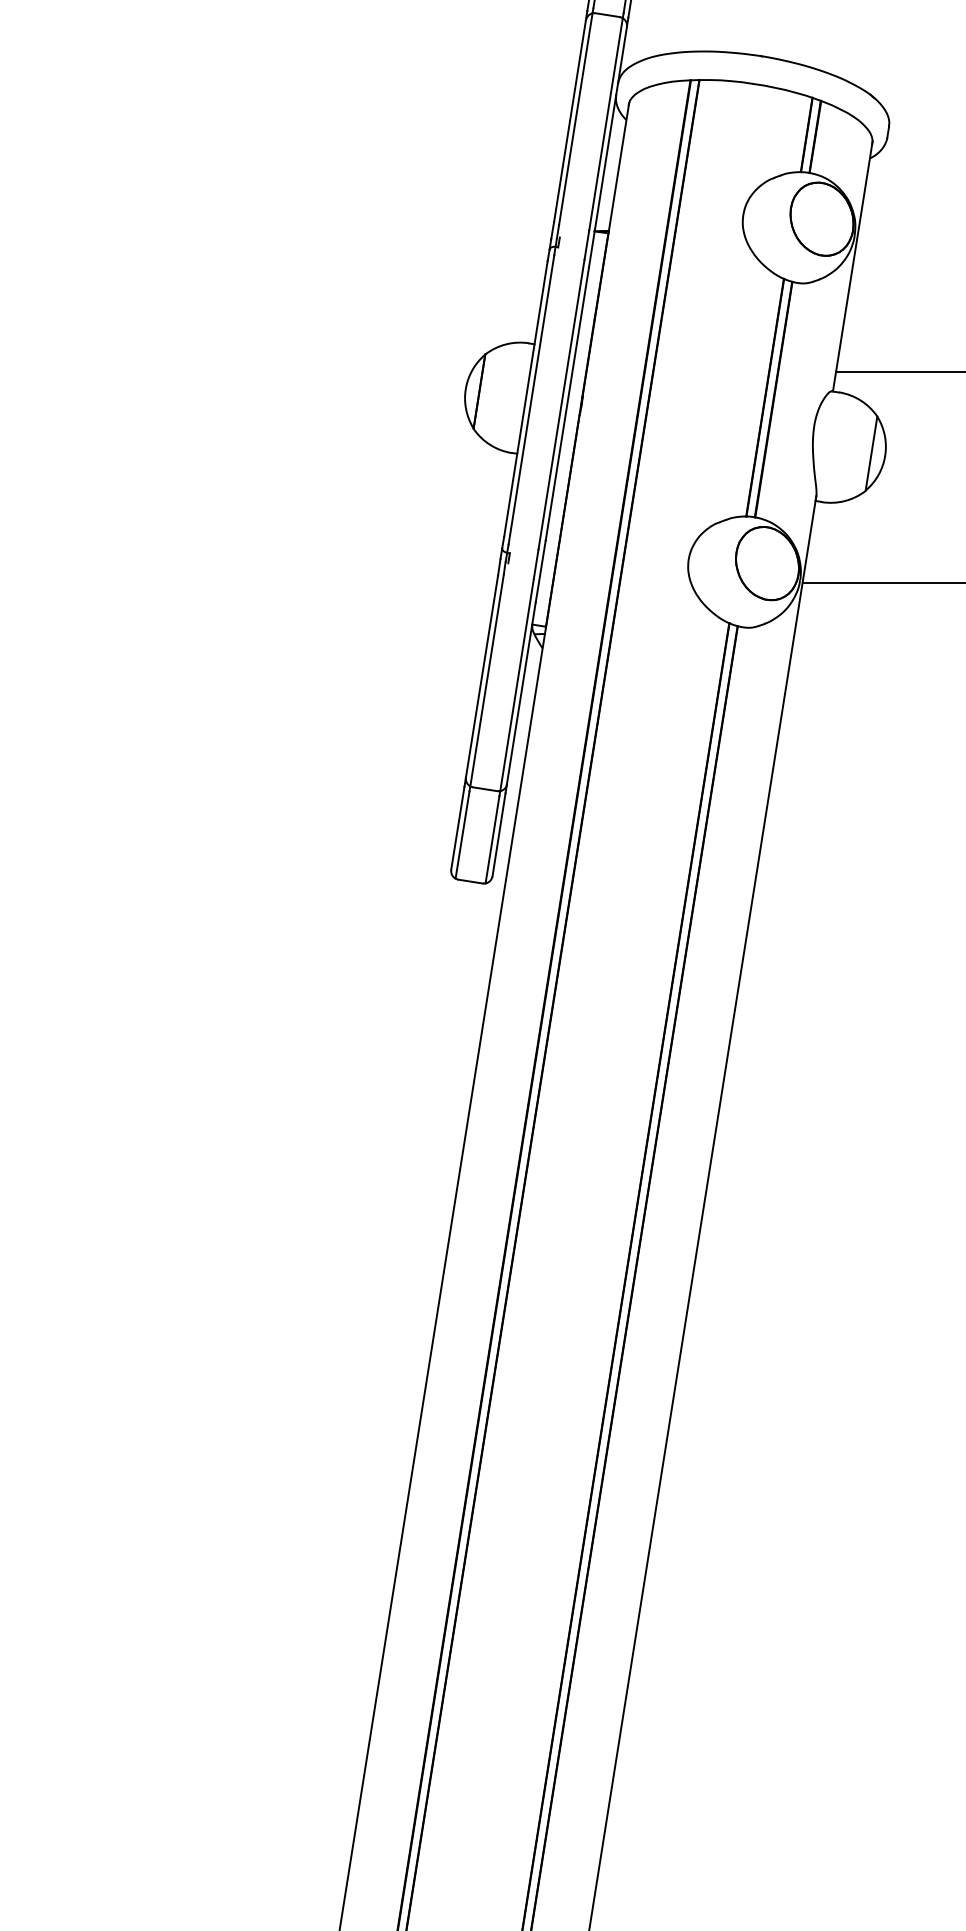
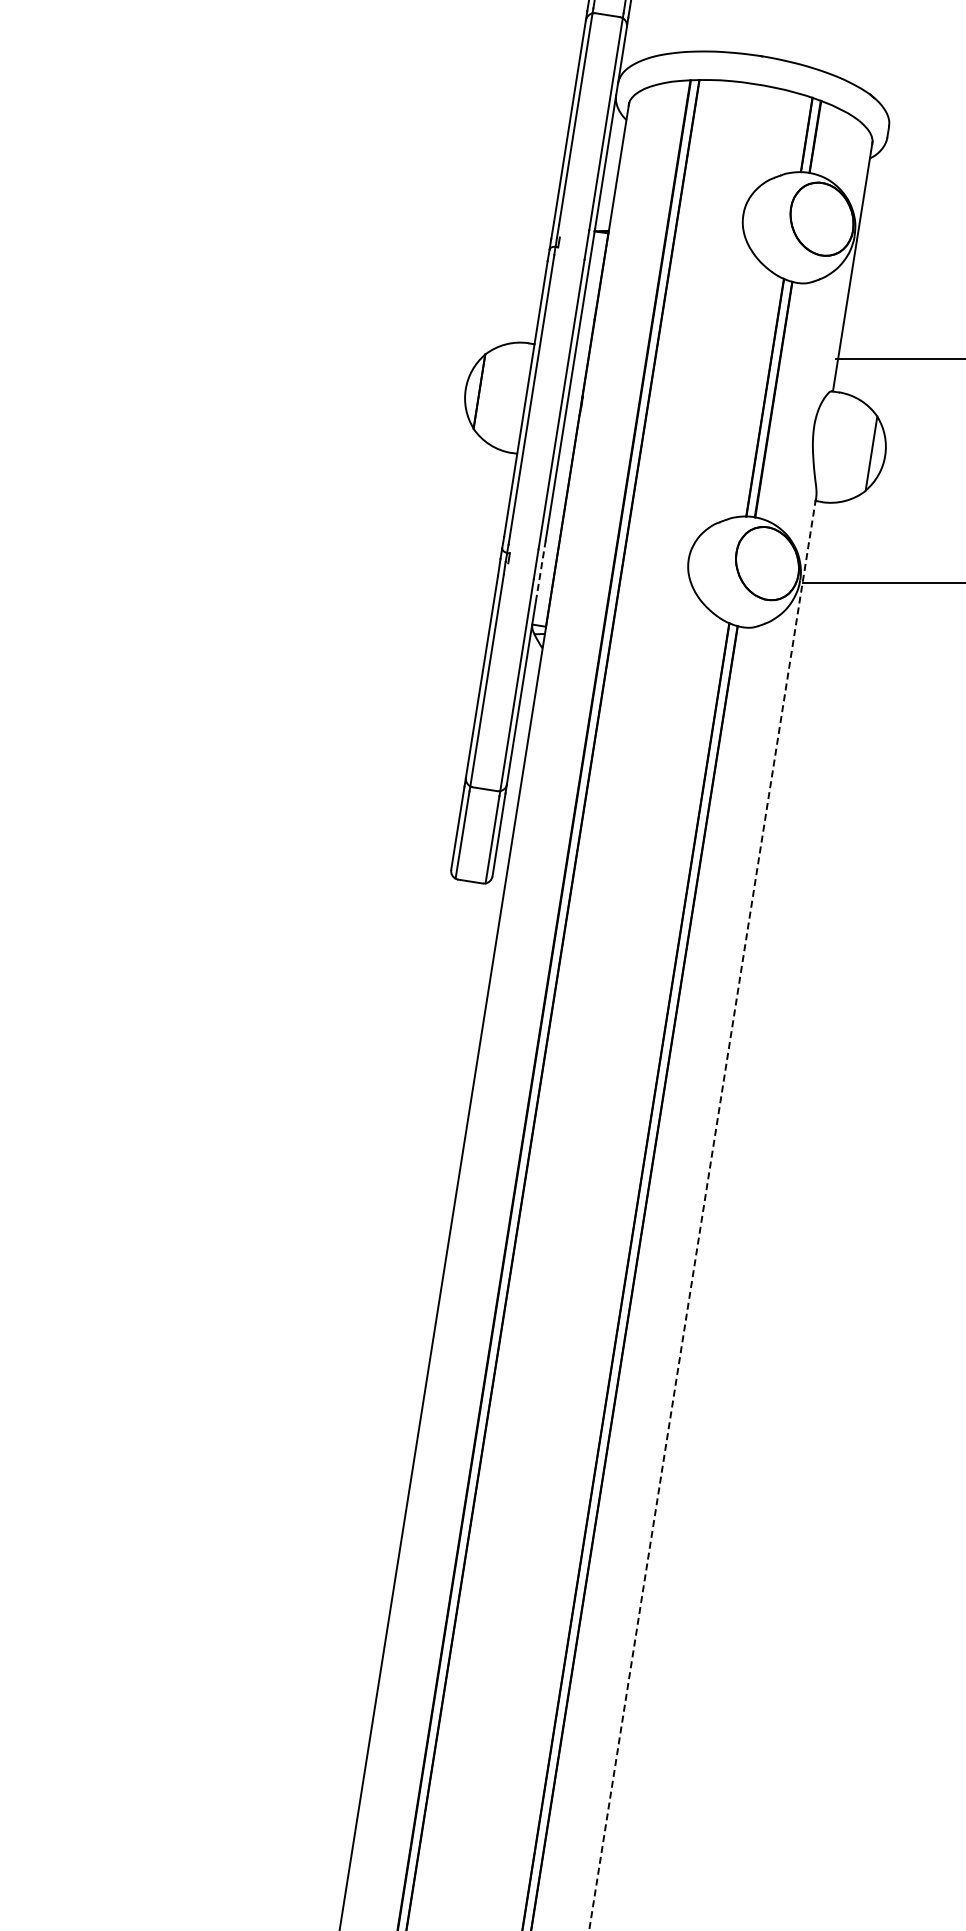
line at (899, 371) position: (899, 371) -> (899, 358)
line at (540, 571): solid -> dashed
line at (702, 1213): solid -> dashed
